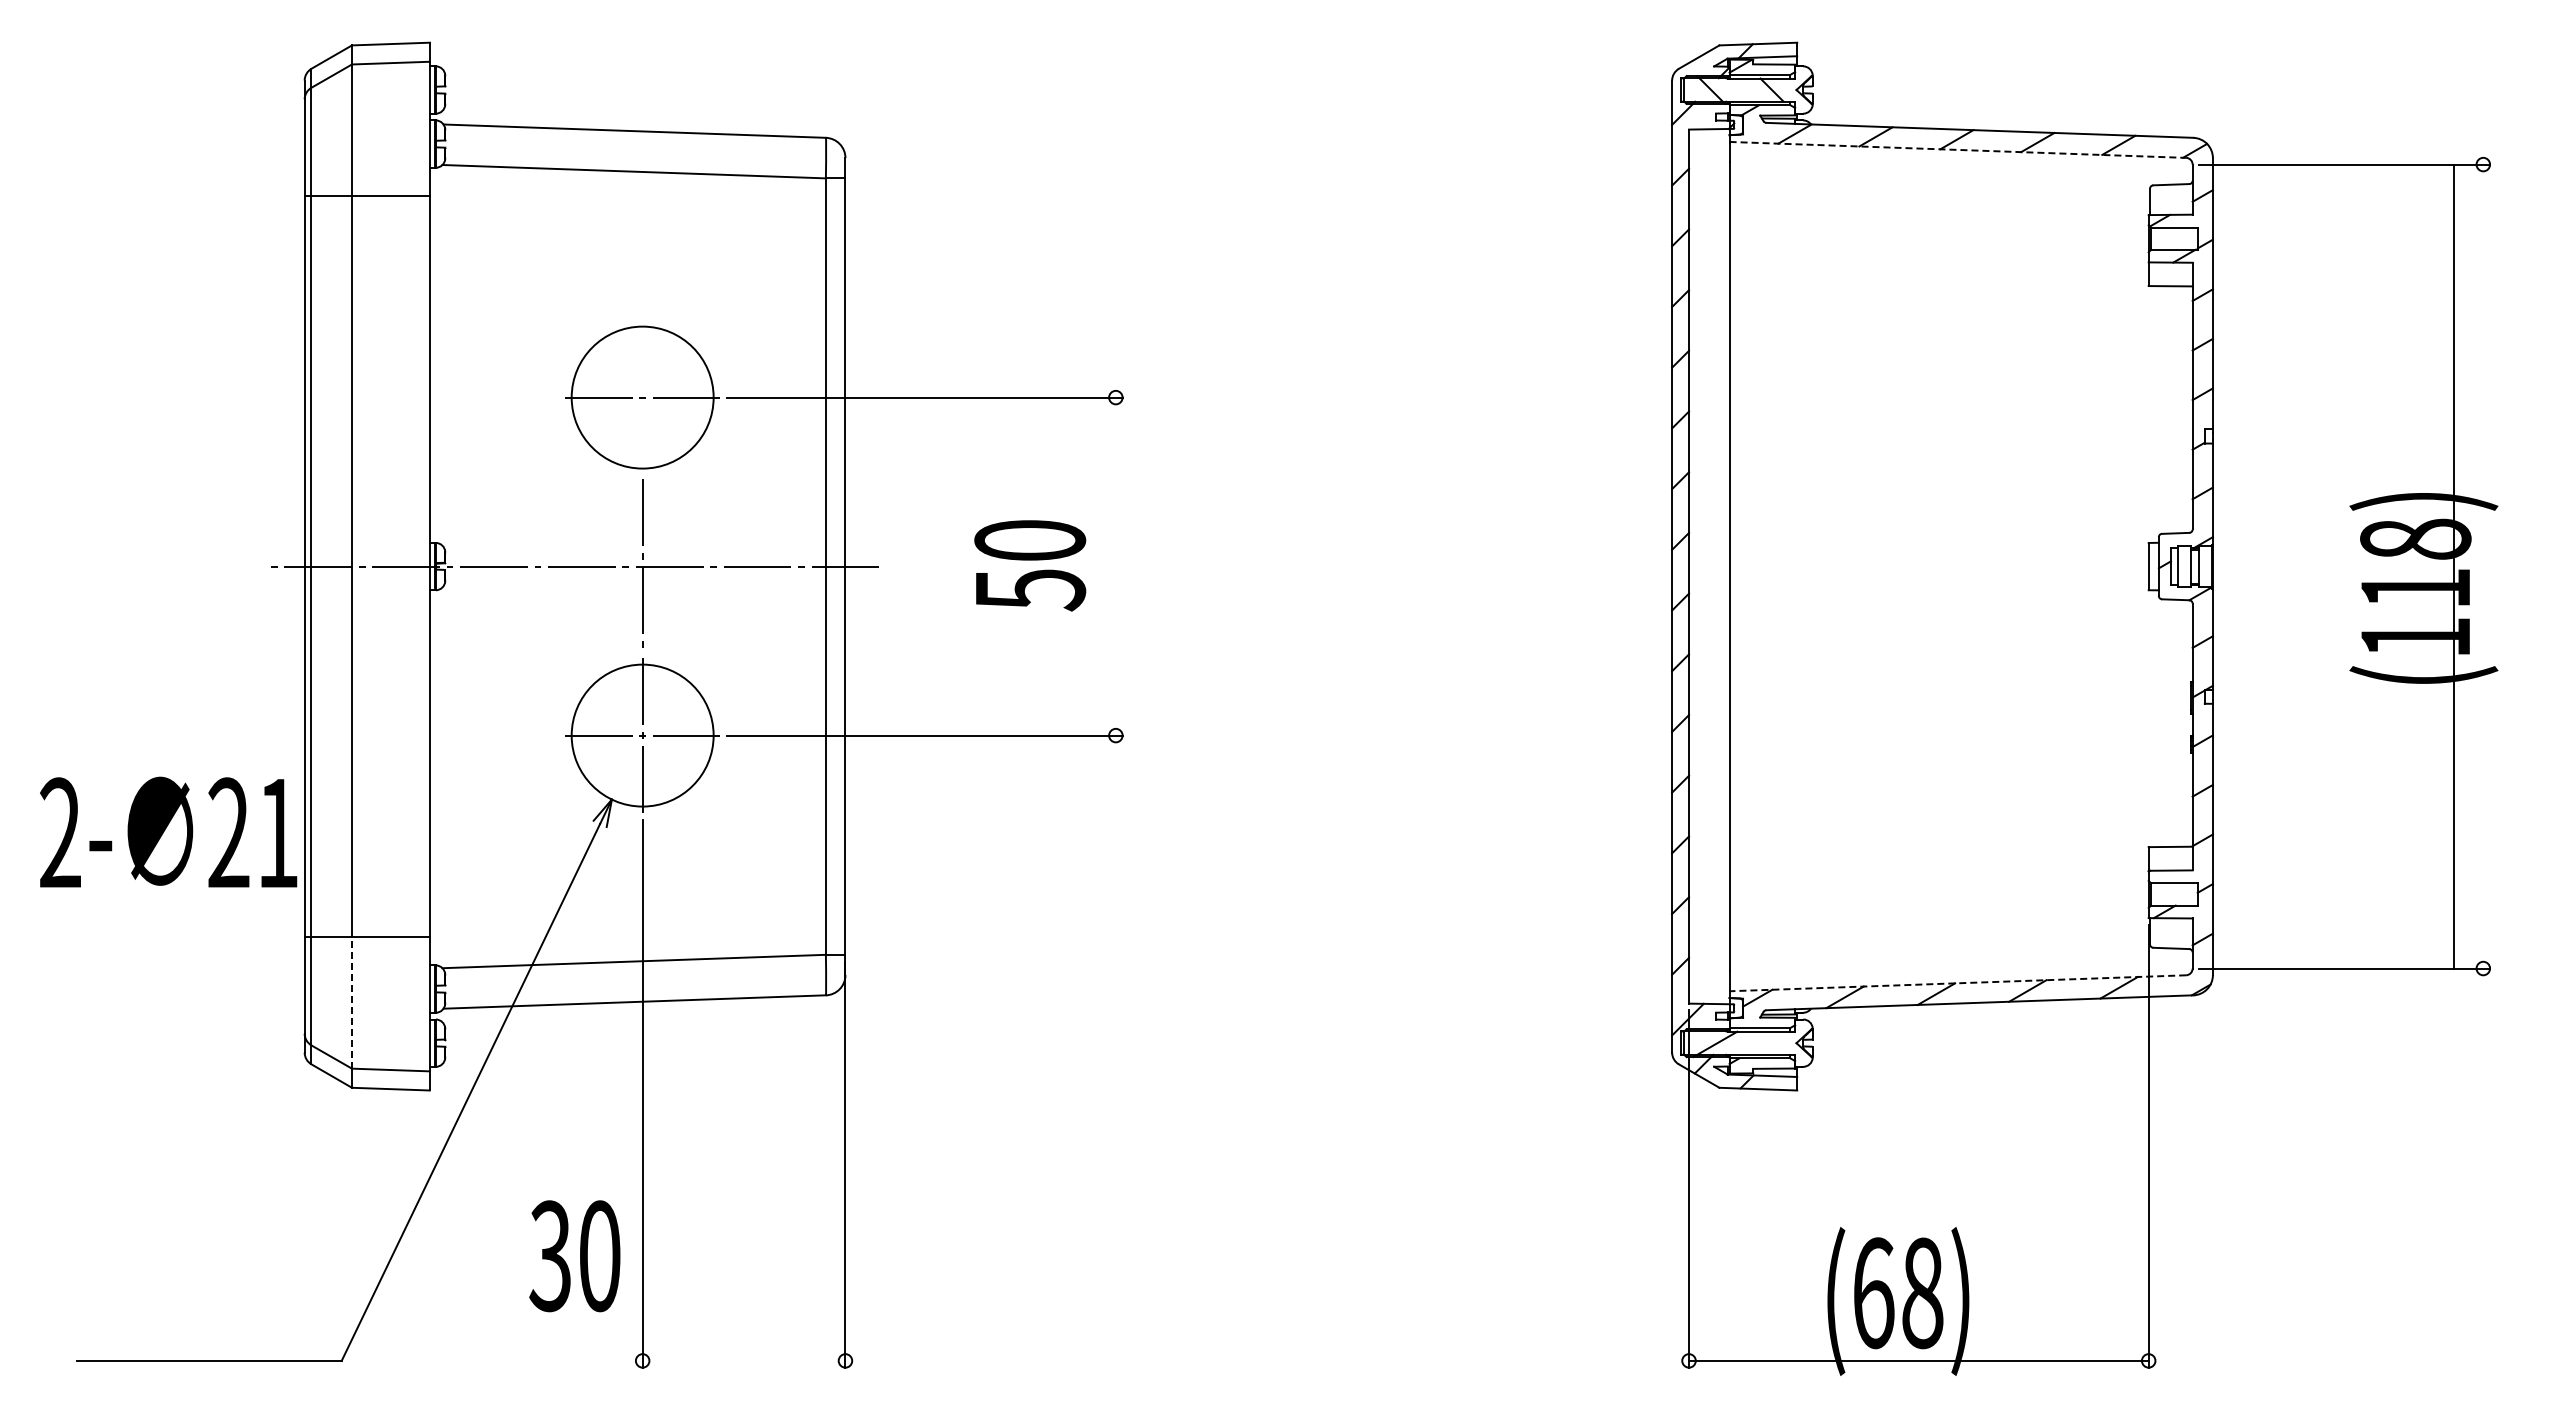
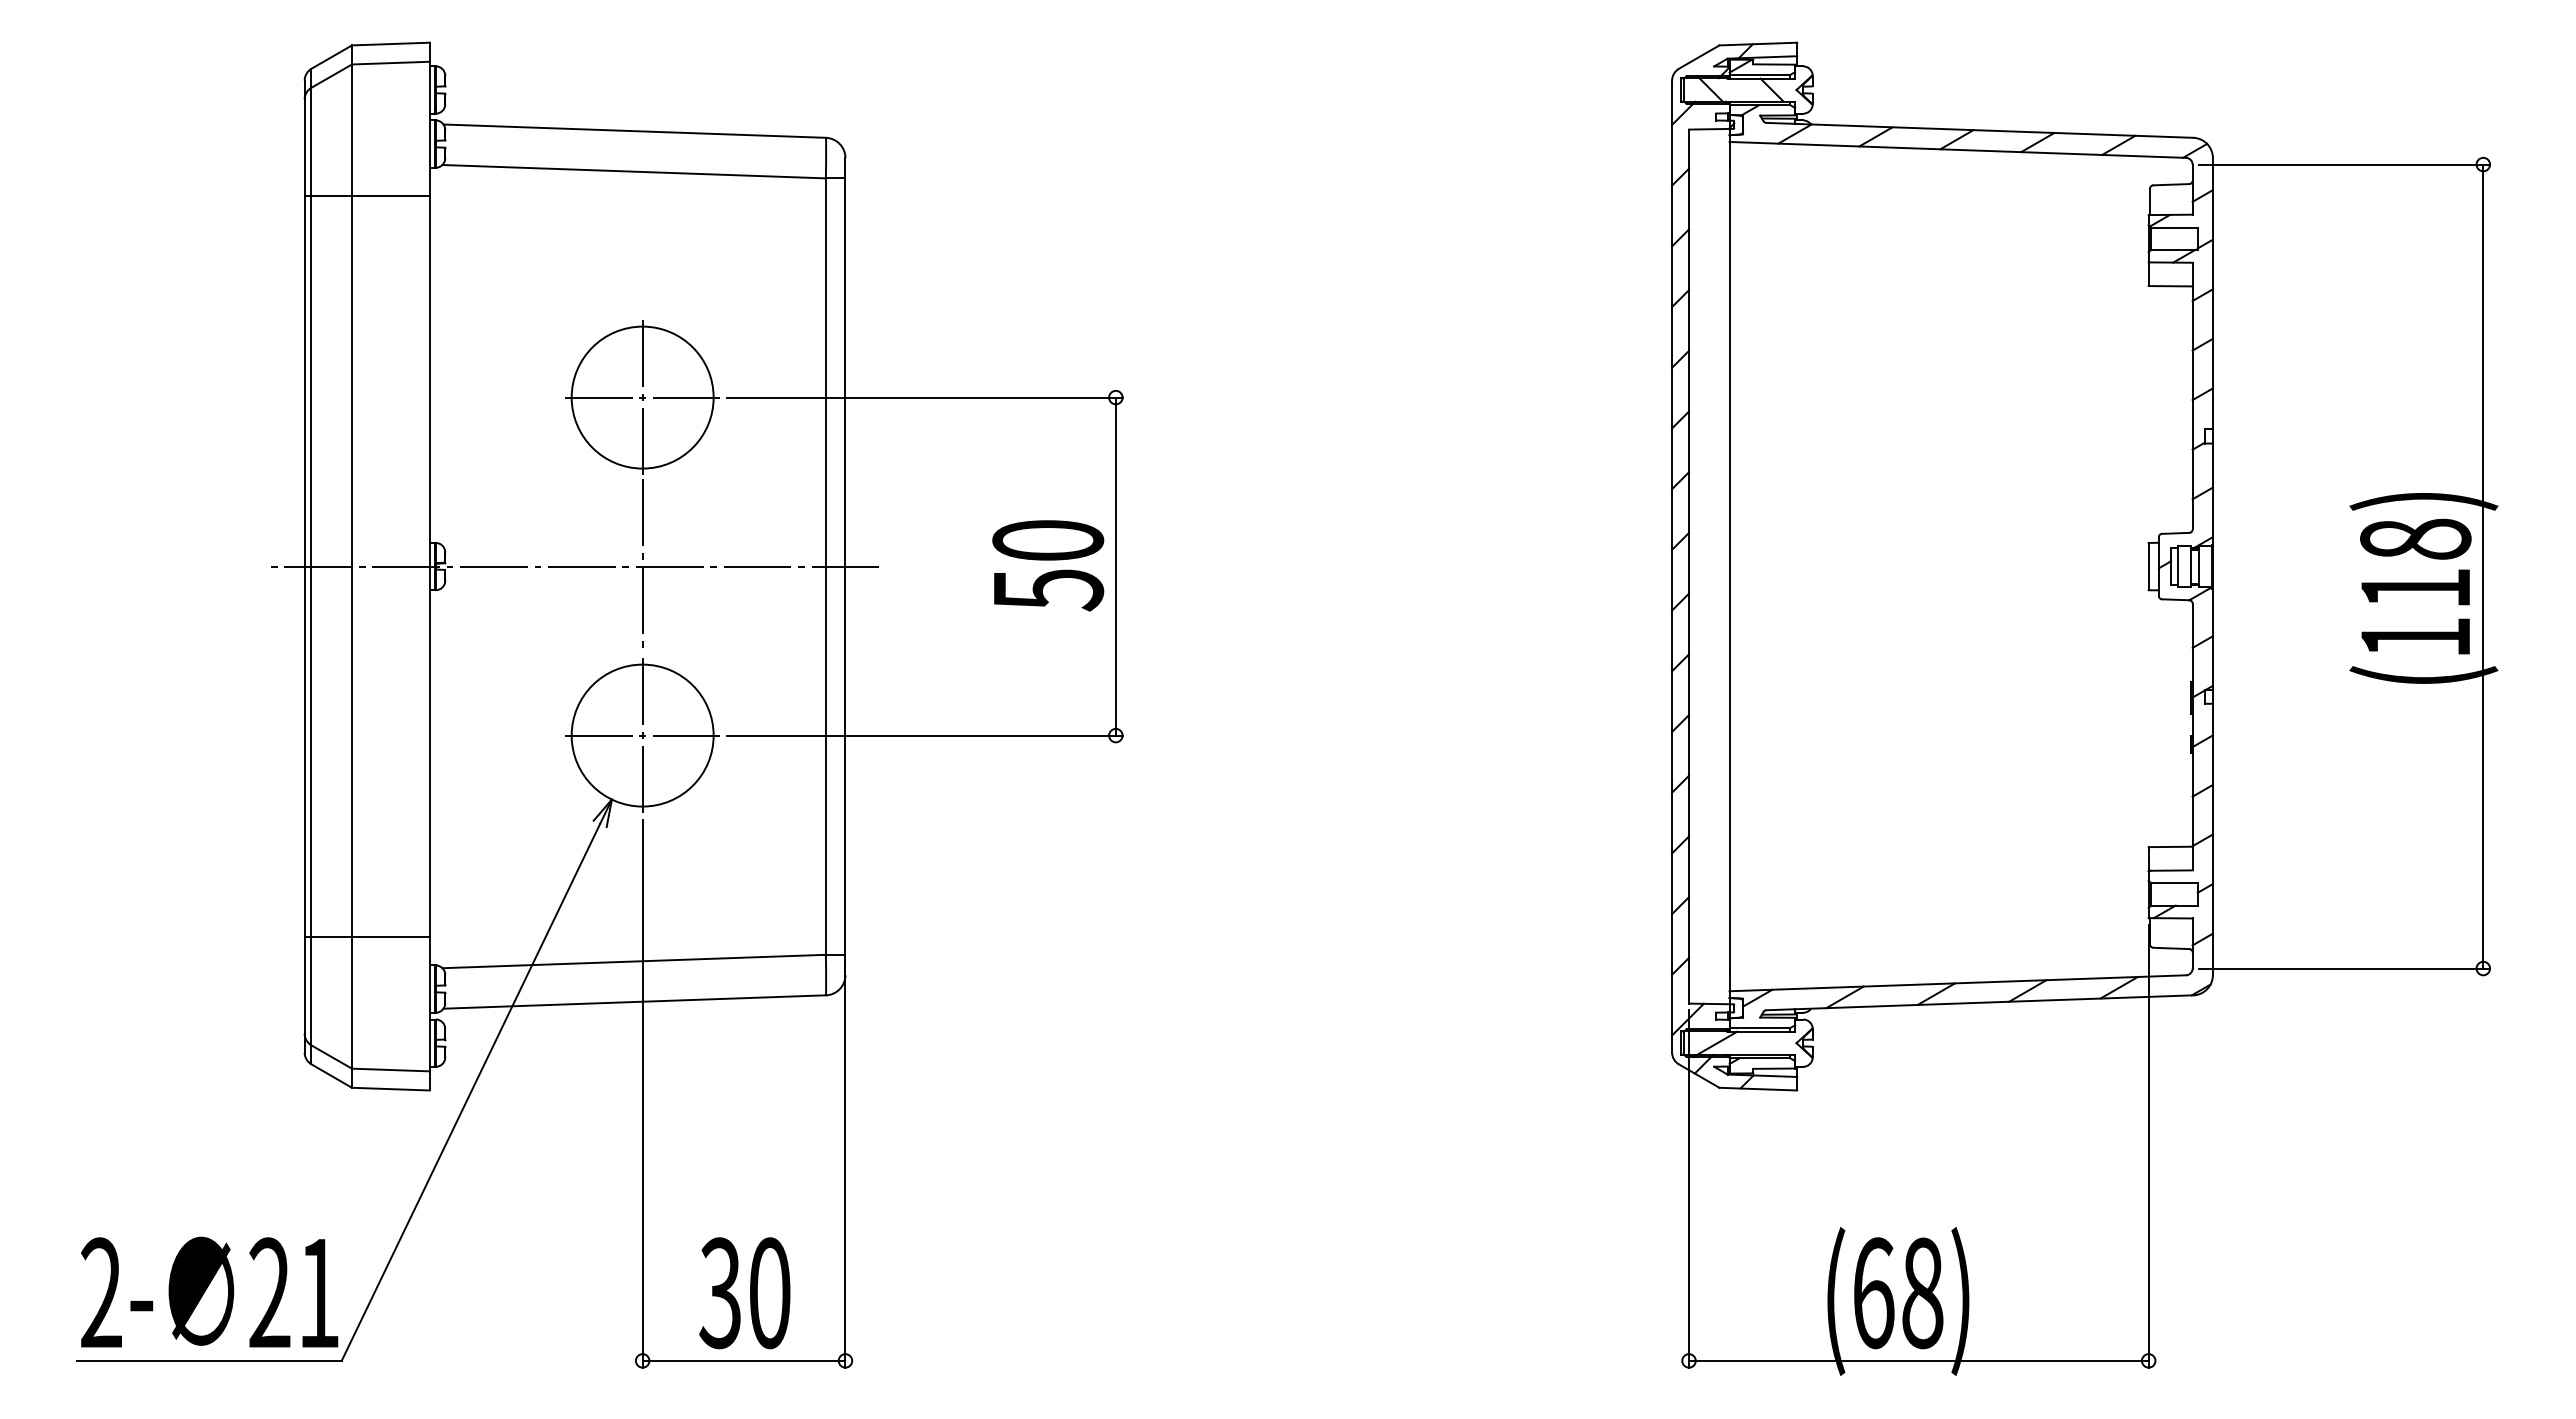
line at (1958, 149): dashed -> solid
line at (642, 397): none -> present
text at (1030, 565) position: (1030, 565) -> (1048, 565)
line at (1115, 566): none -> present
line at (2454, 566) position: (2454, 566) -> (2483, 566)
text at (168, 831) position: (168, 831) -> (209, 1291)
line at (1957, 983): dashed -> solid
line at (352, 1002): dashed -> solid
text at (574, 1256) position: (574, 1256) -> (744, 1293)
line at (743, 1360): none -> present
